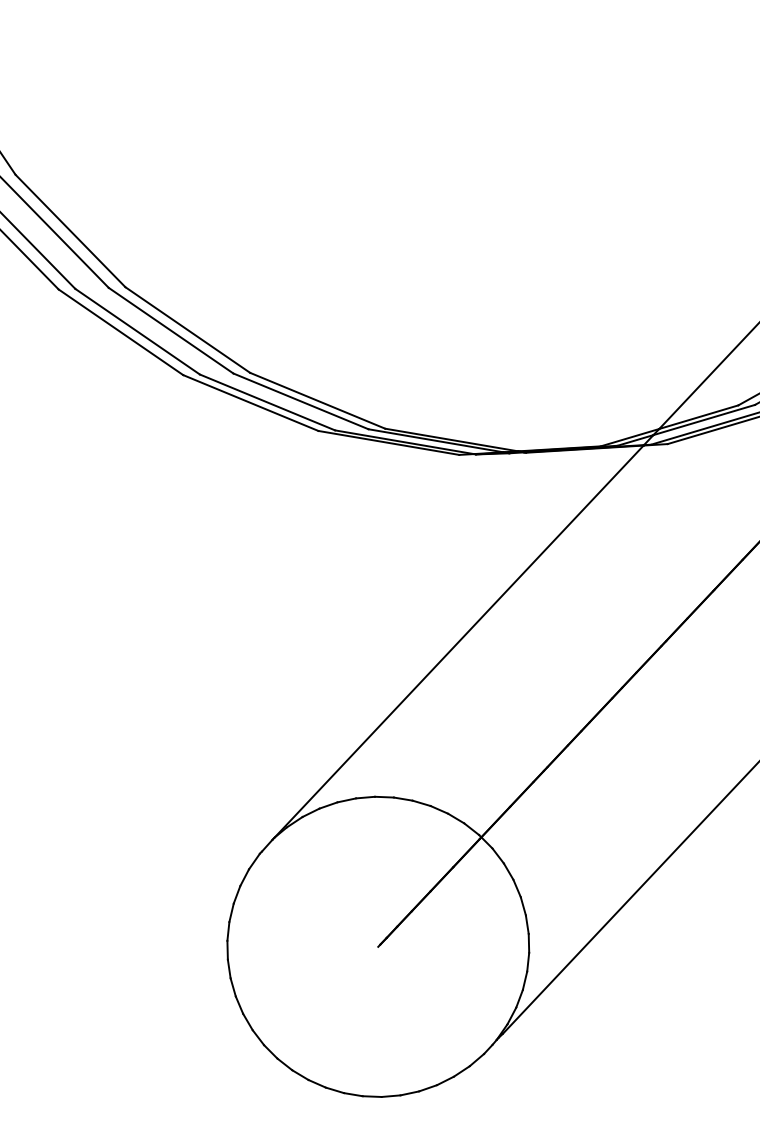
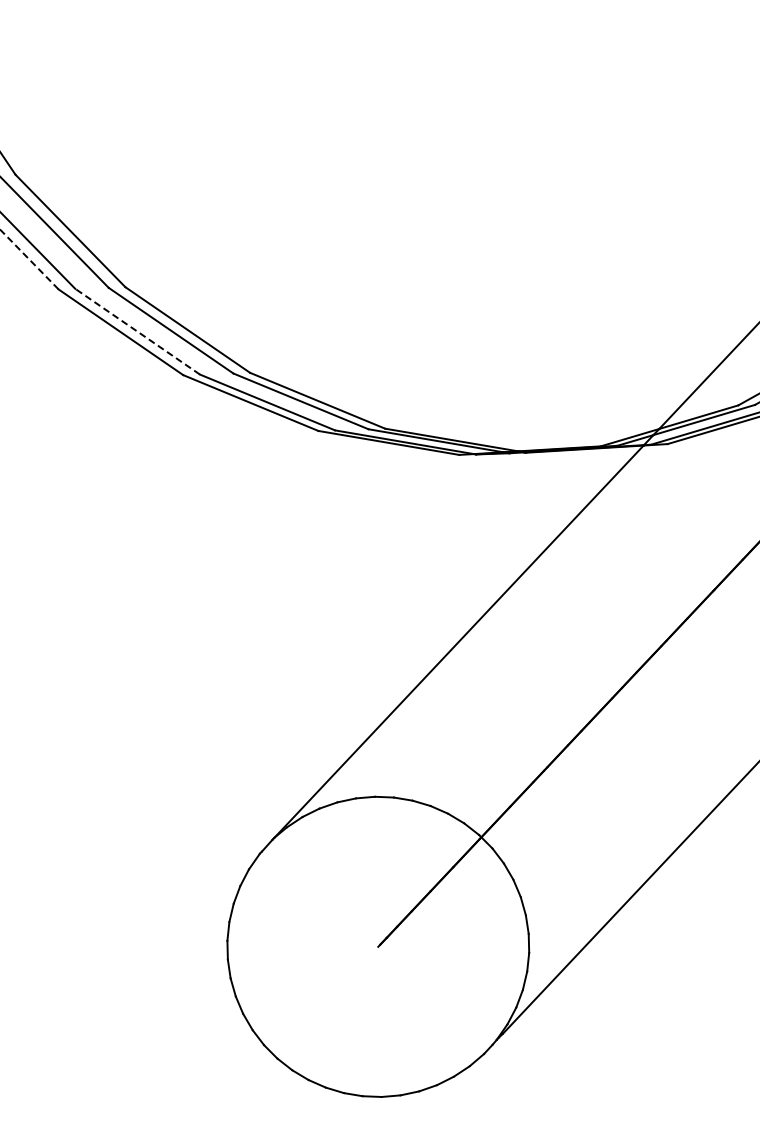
line at (29, 259): solid -> dashed
line at (137, 331): solid -> dashed
